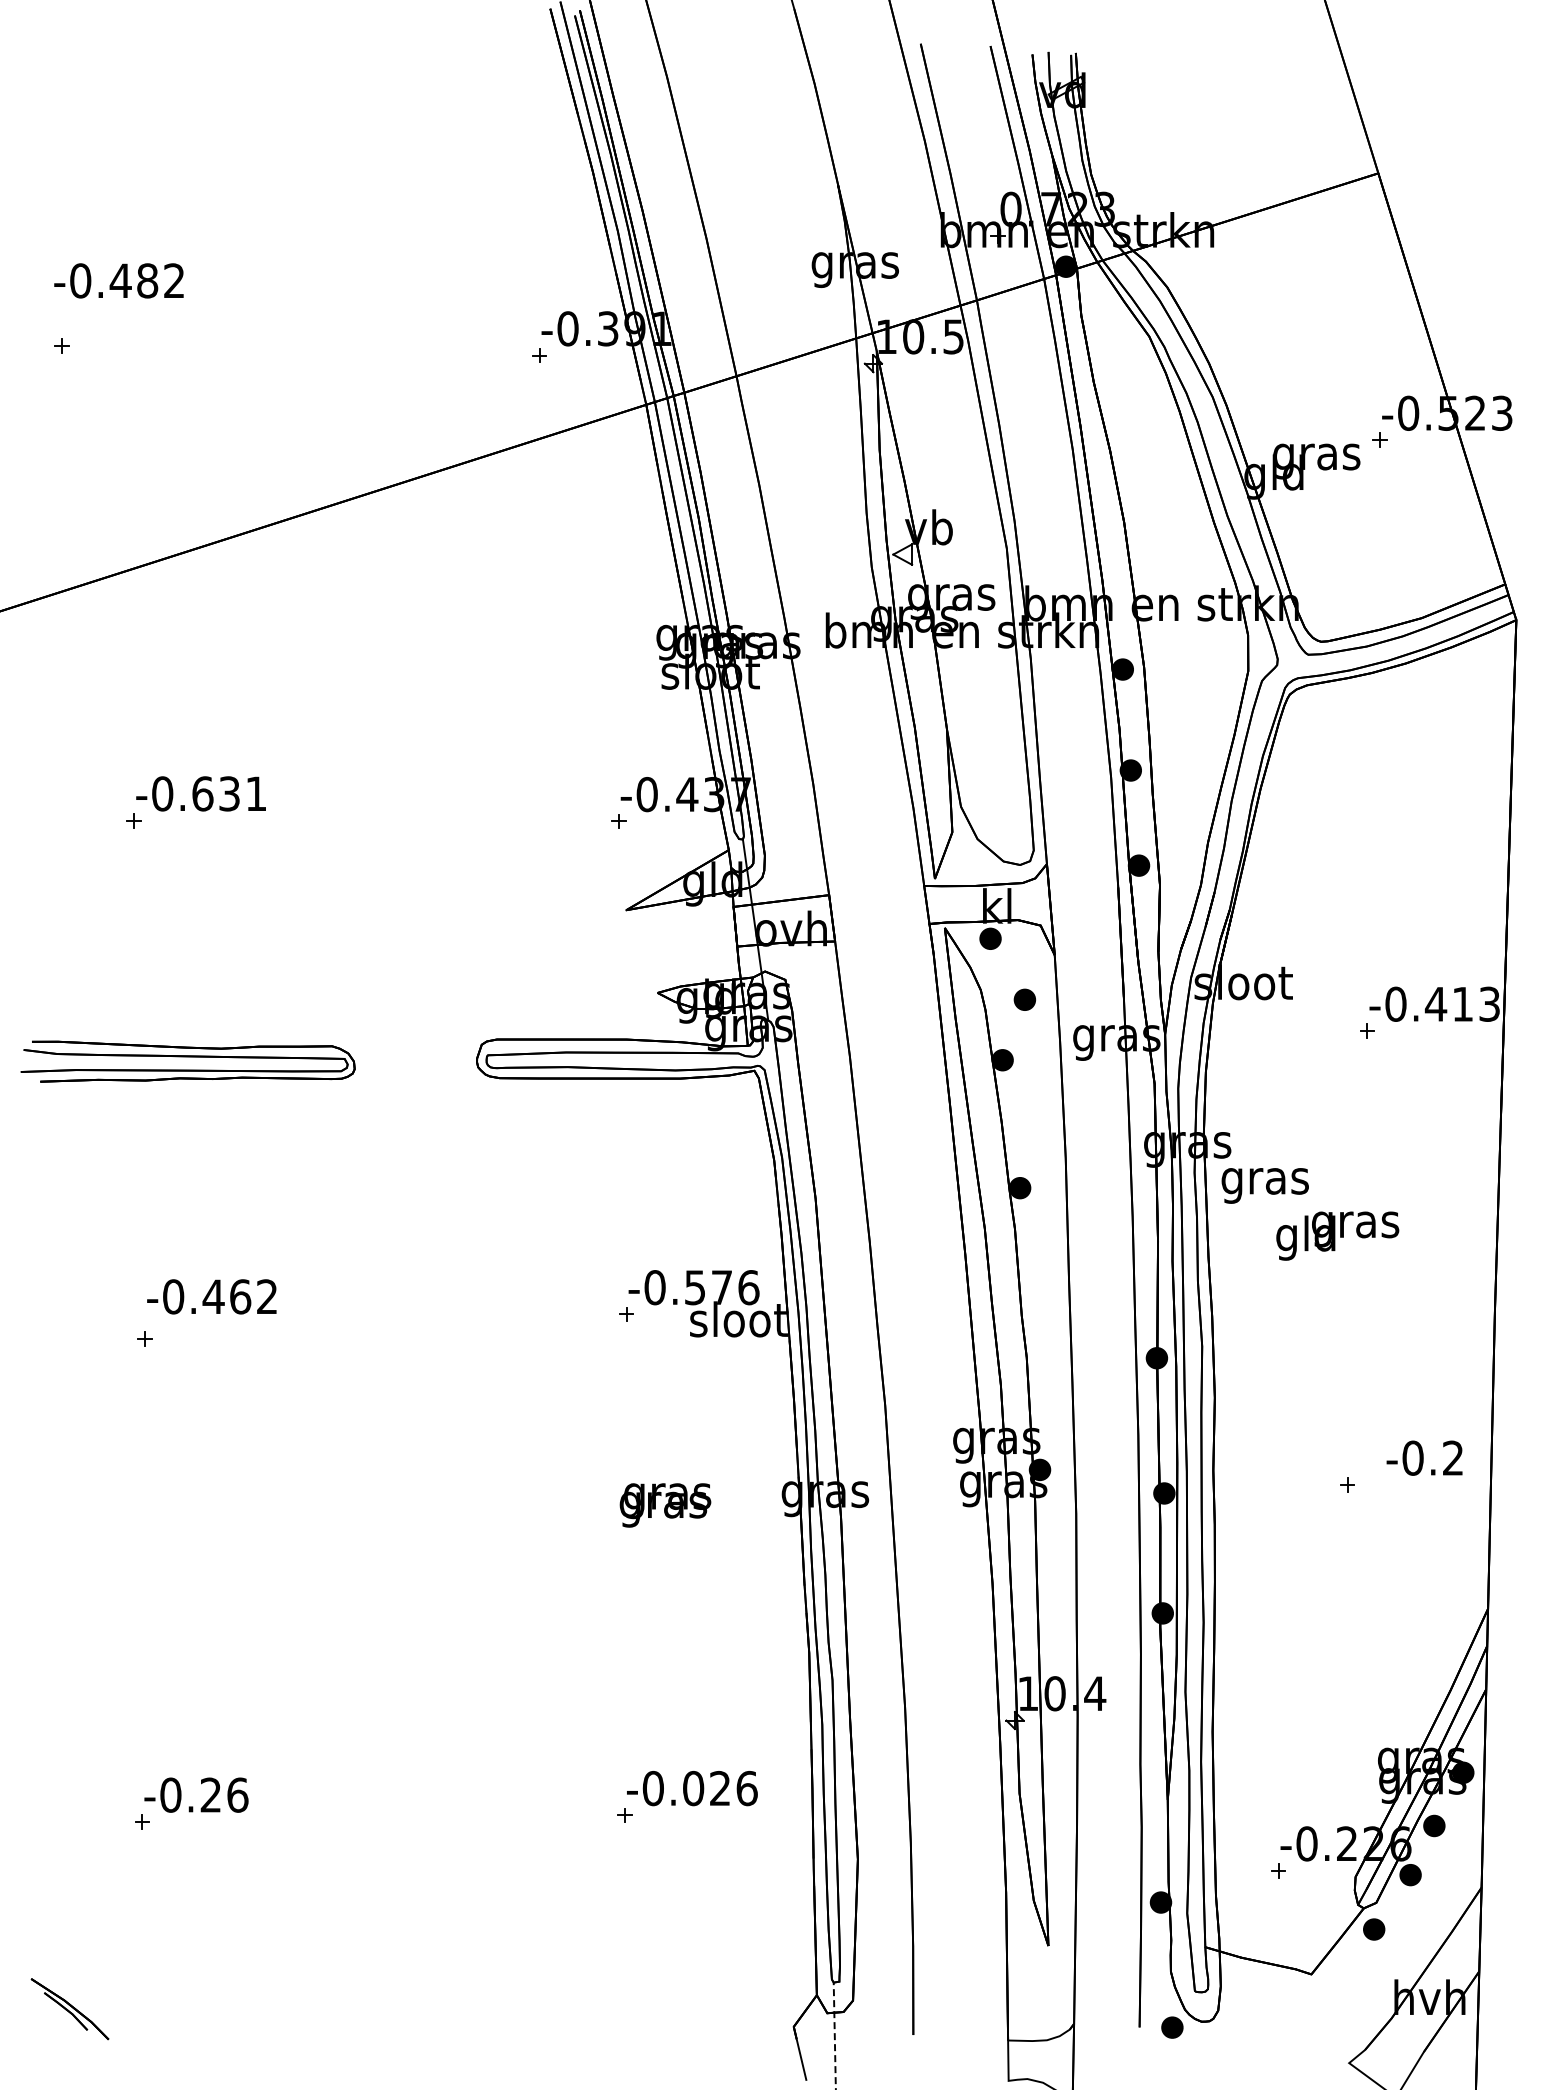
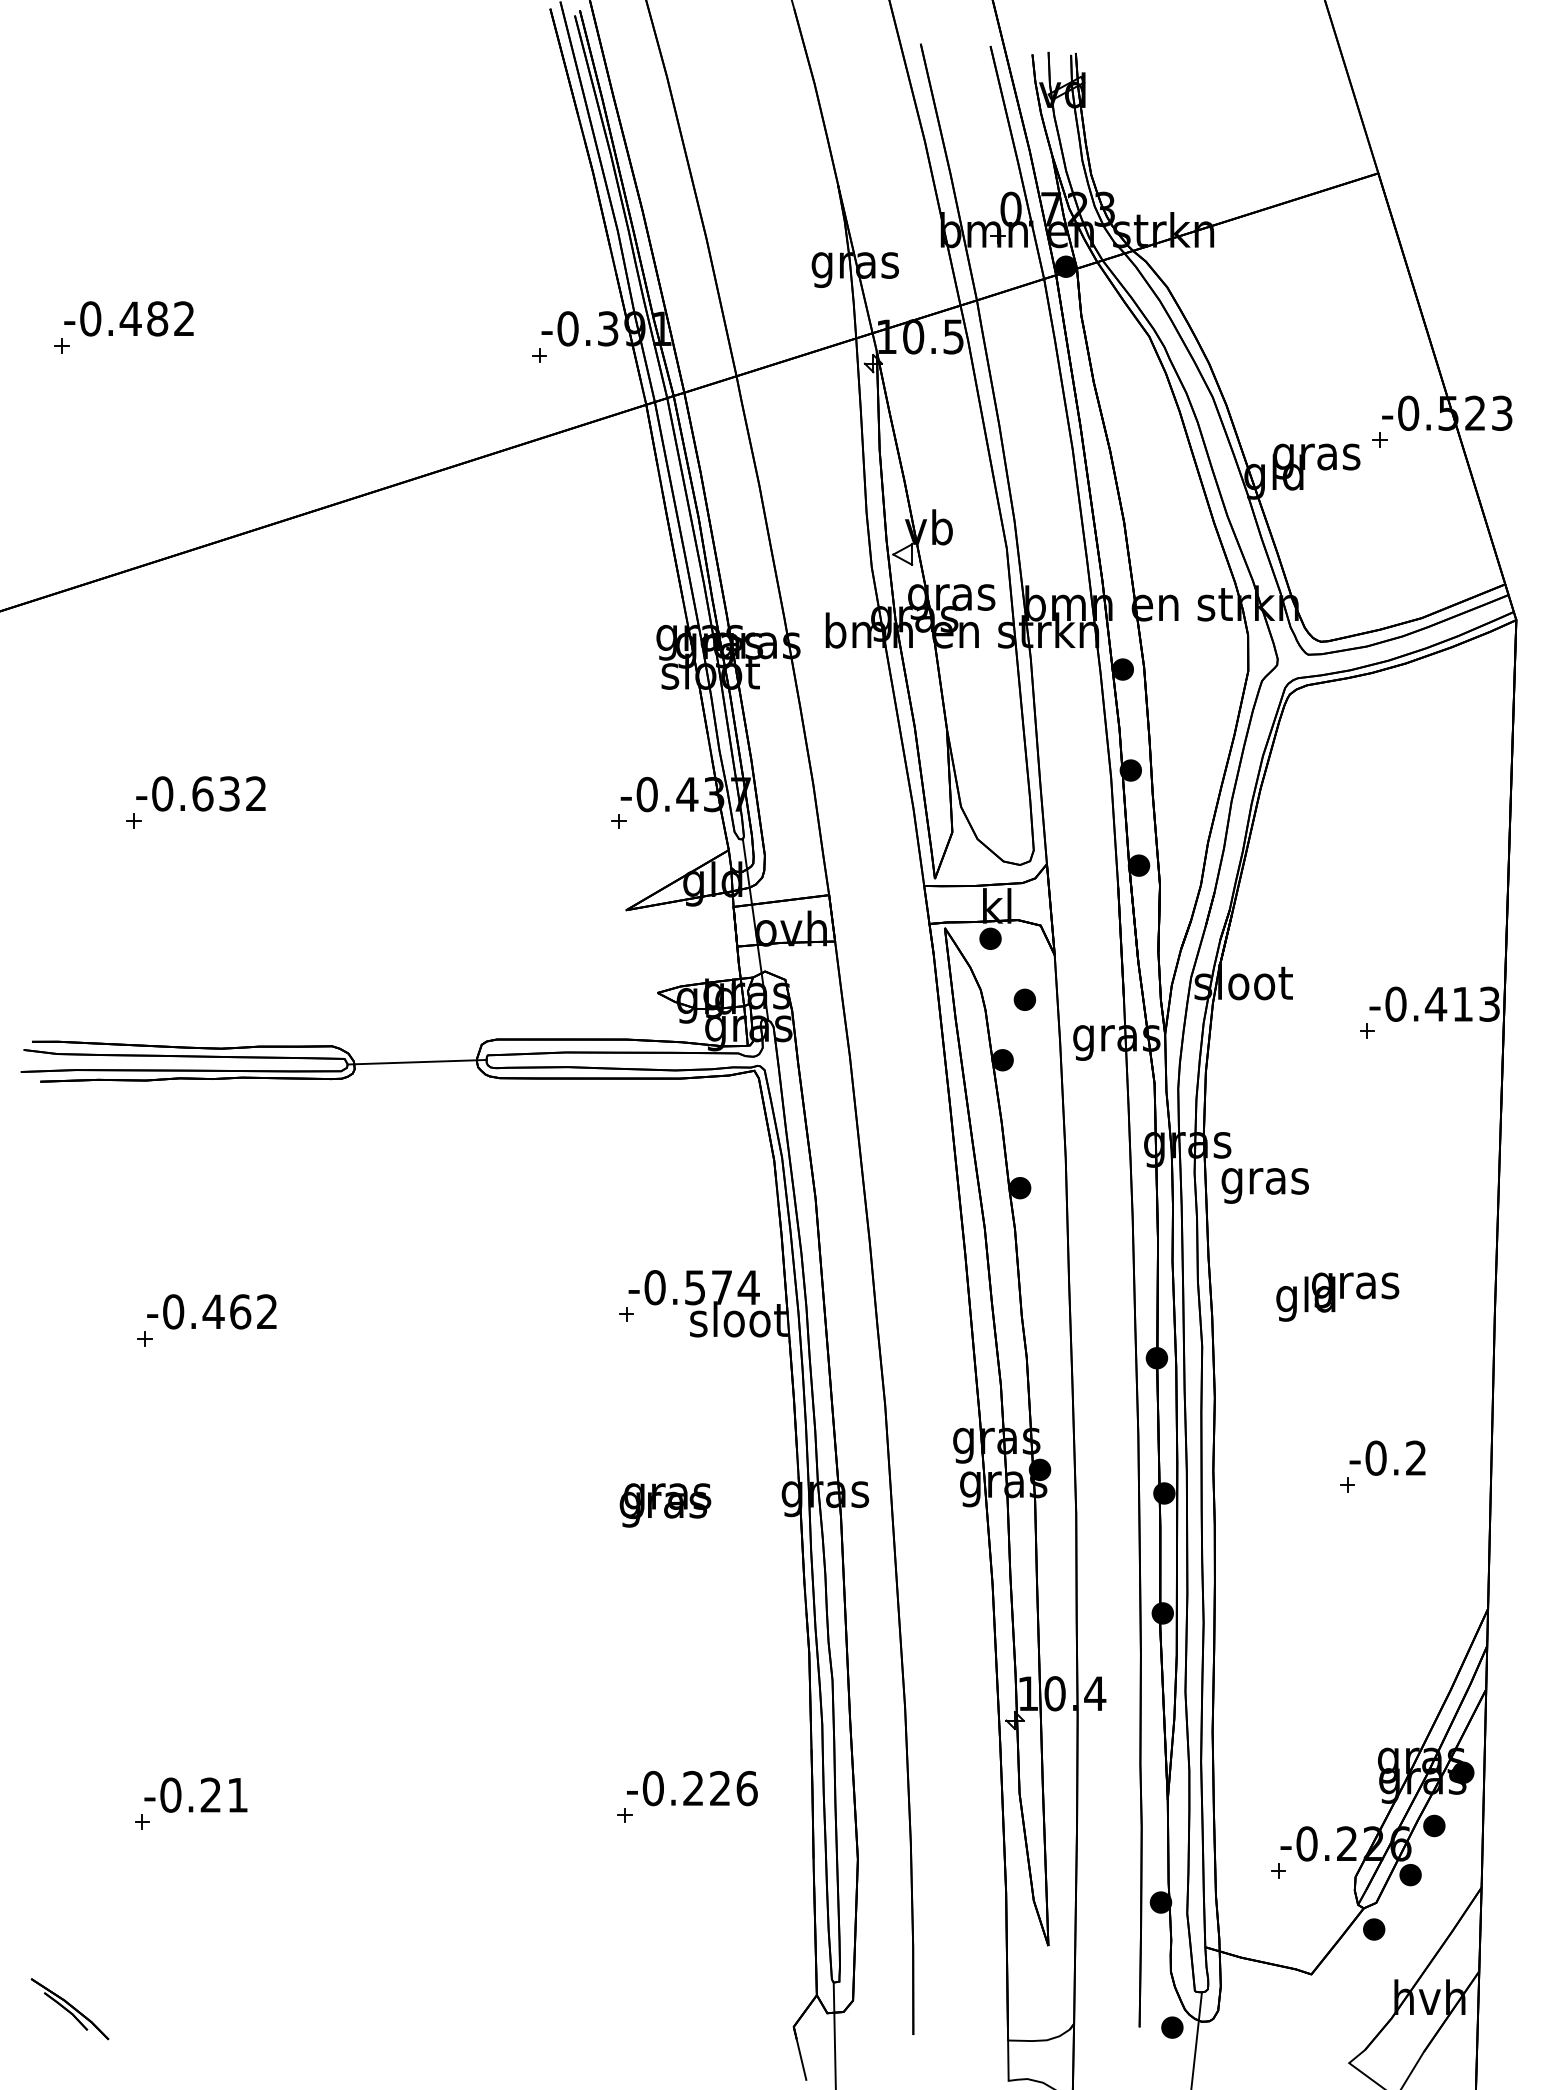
text at (118, 280) position: (118, 280) -> (128, 318)
text at (255, 793): -0.631 -> -0.632
line at (416, 1061): none -> present
text at (1337, 1235) position: (1337, 1235) -> (1337, 1296)
text at (748, 1287): -0.576 -> -0.574
text at (211, 1296) position: (211, 1296) -> (211, 1311)
text at (1424, 1457) position: (1424, 1457) -> (1387, 1457)
text at (693, 1788): -0.026 -> -0.226
text at (237, 1794): -0.26 -> -0.21
line at (834, 2035): dashed -> solid
line at (1196, 2039): none -> present
